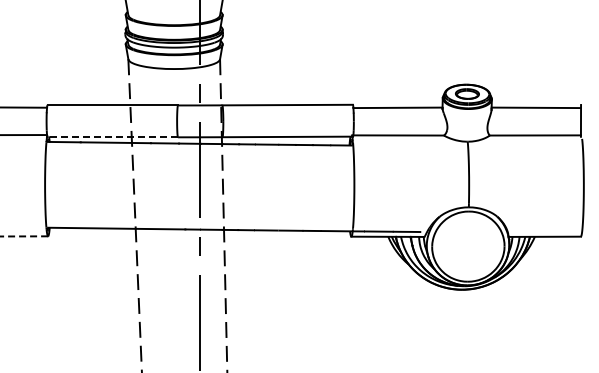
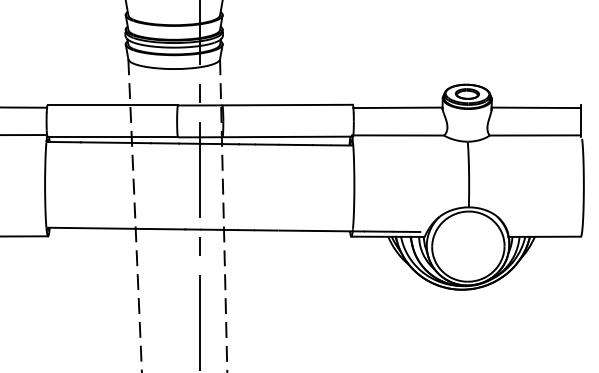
line at (112, 137): dashed -> solid
line at (24, 236): dashed -> solid
